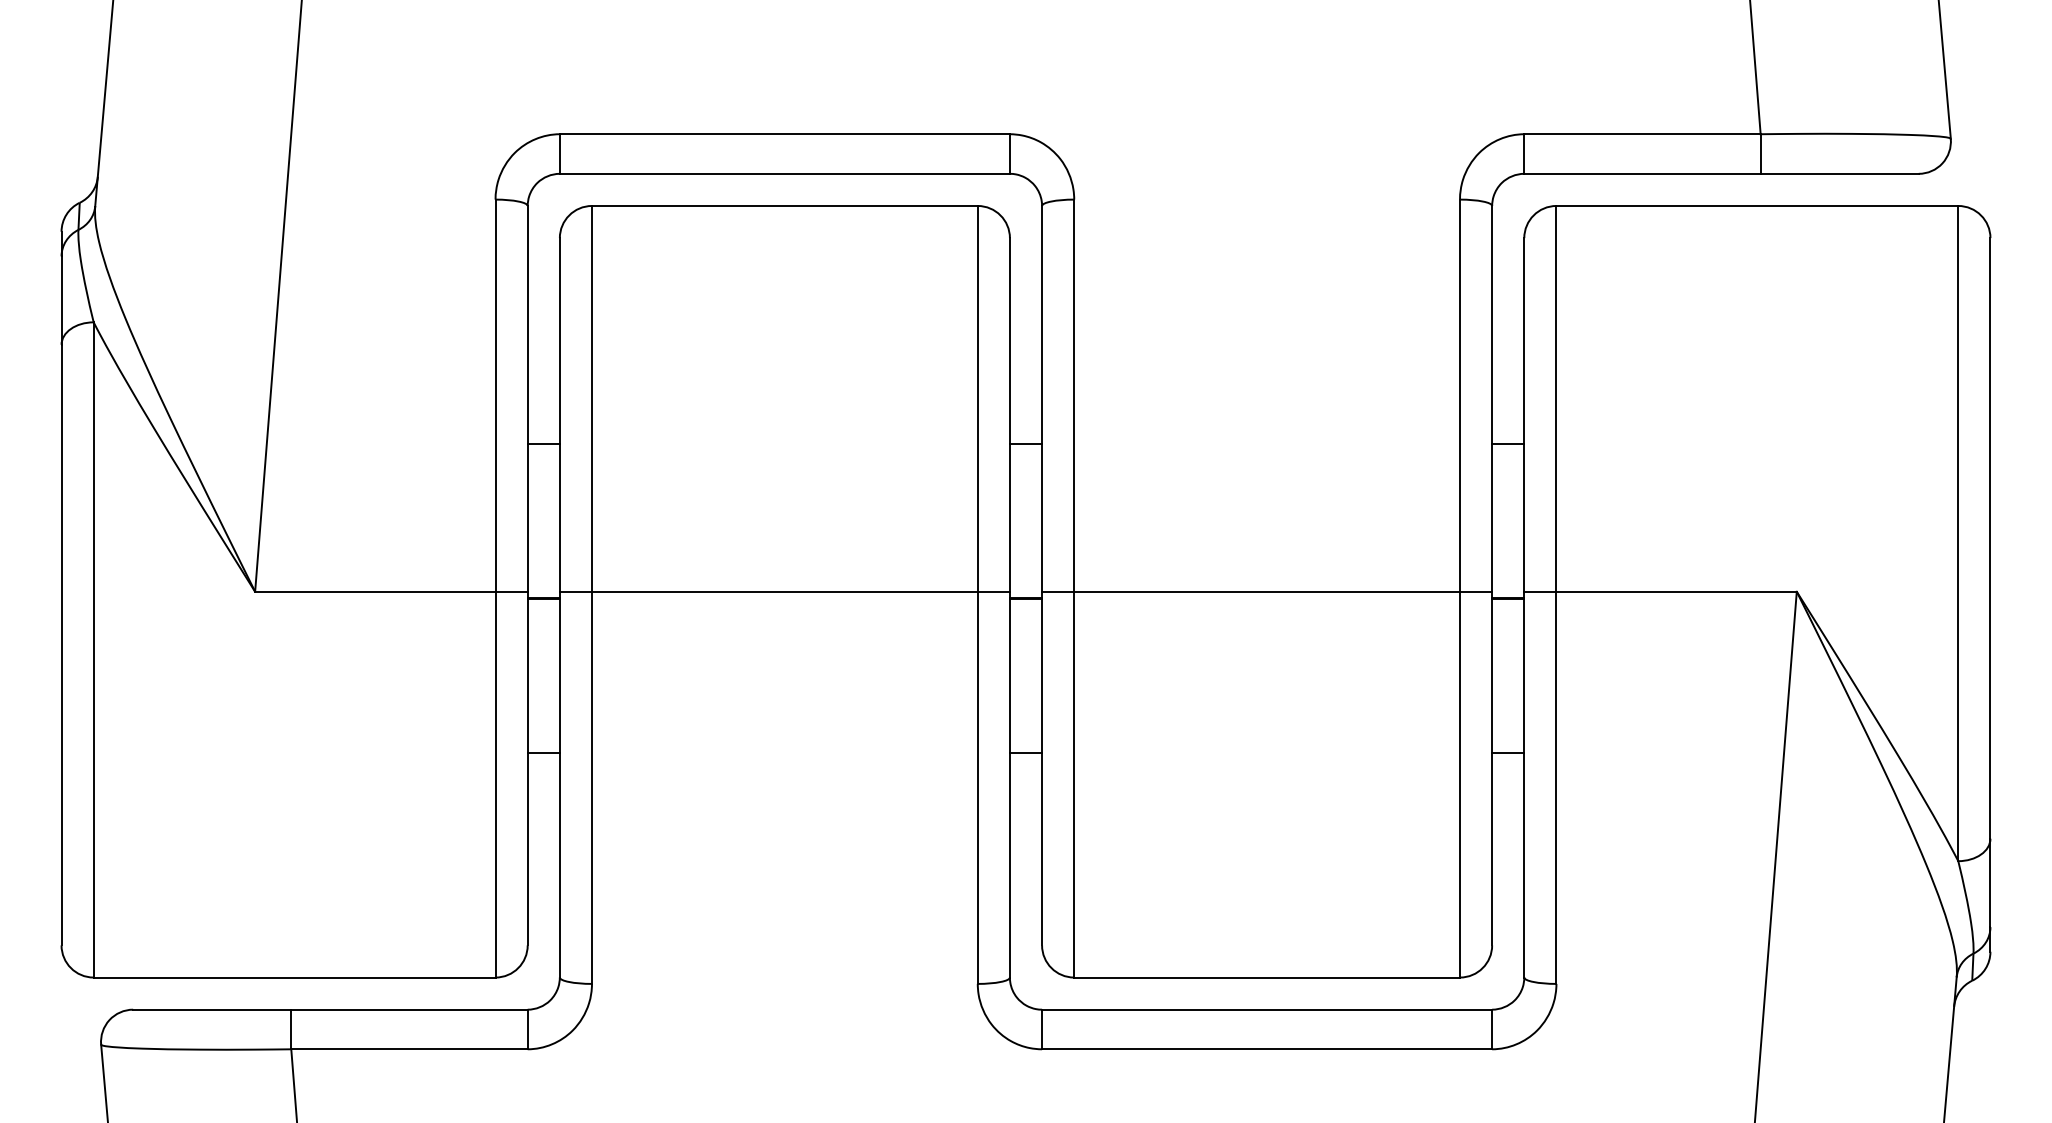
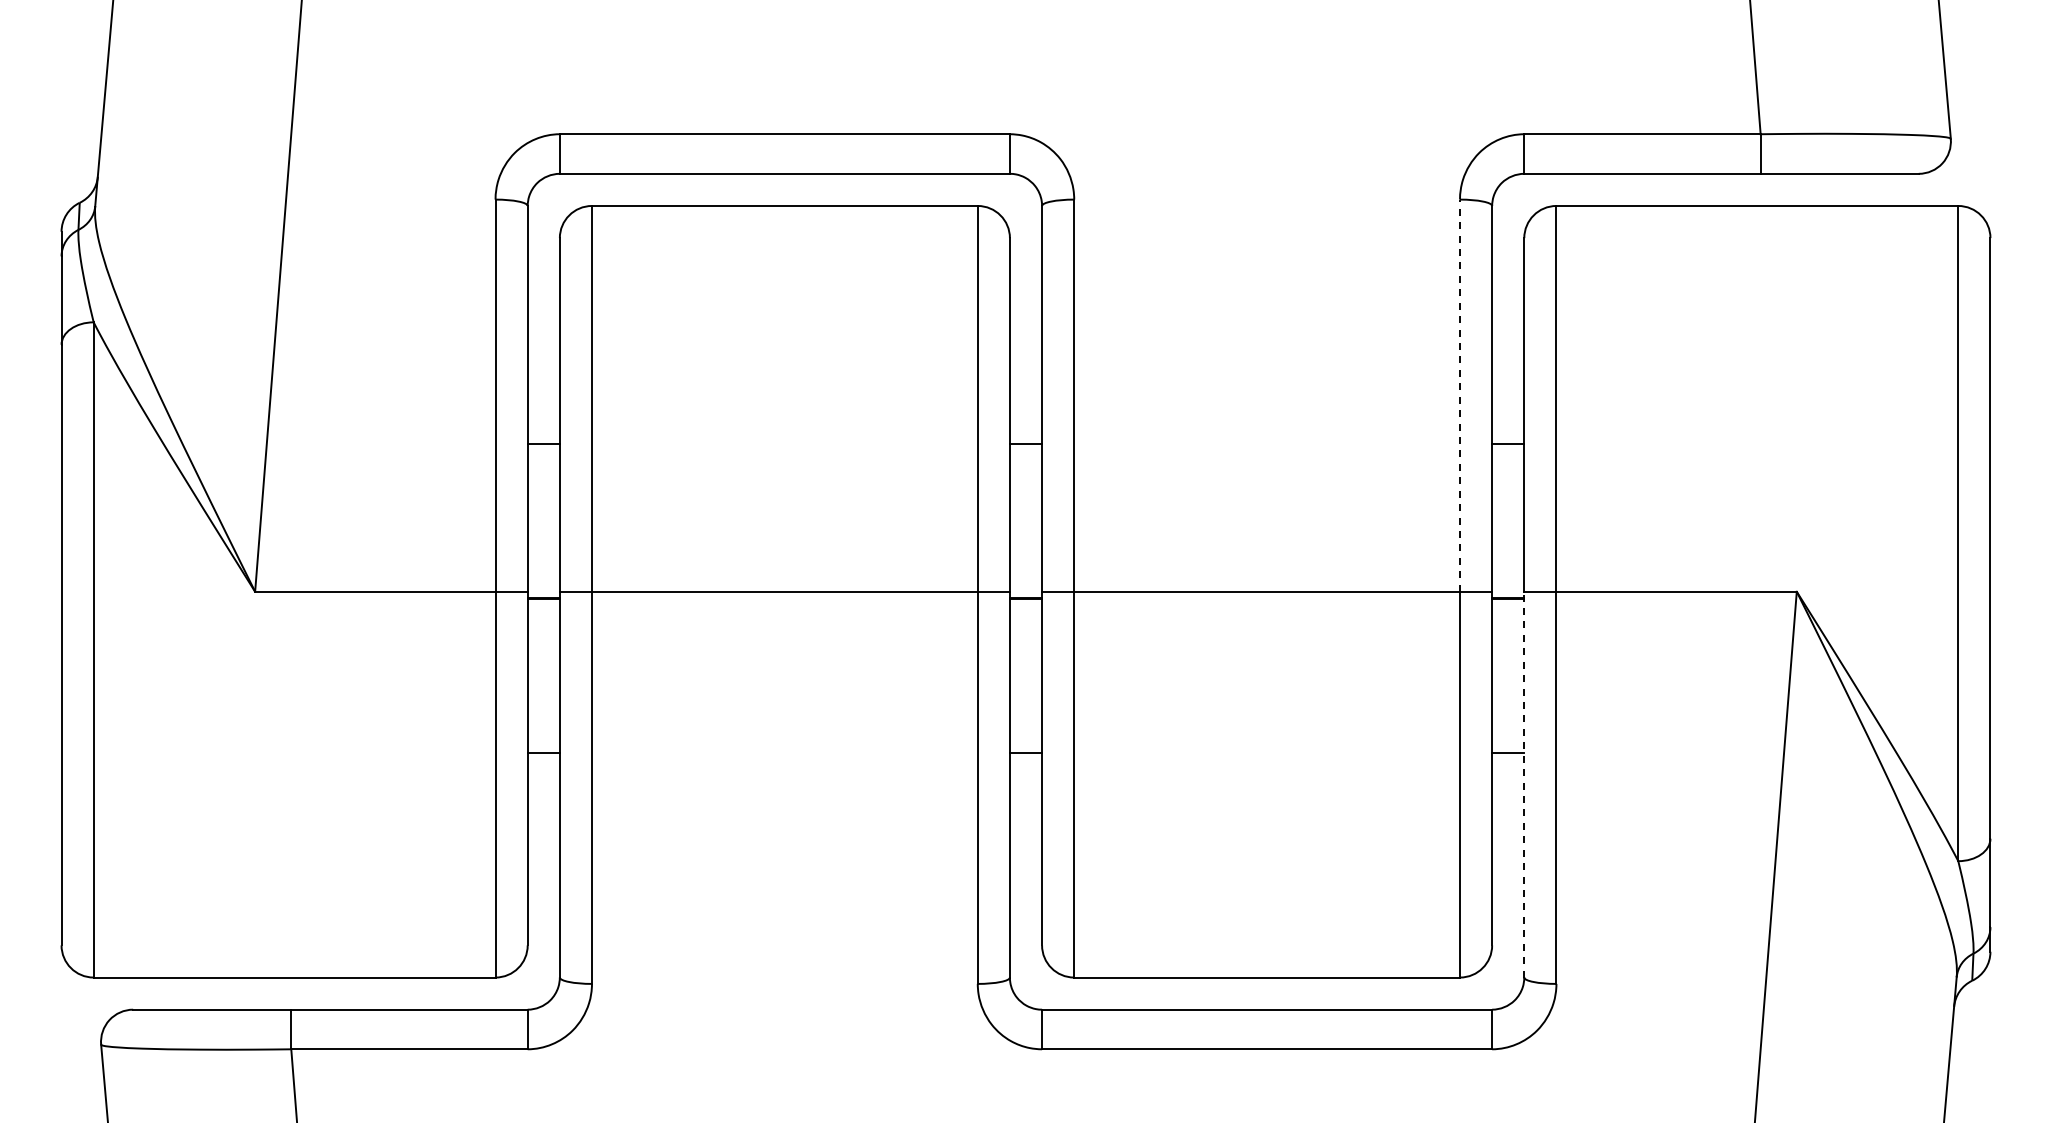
line at (1460, 395): solid -> dashed
line at (1524, 784): solid -> dashed
